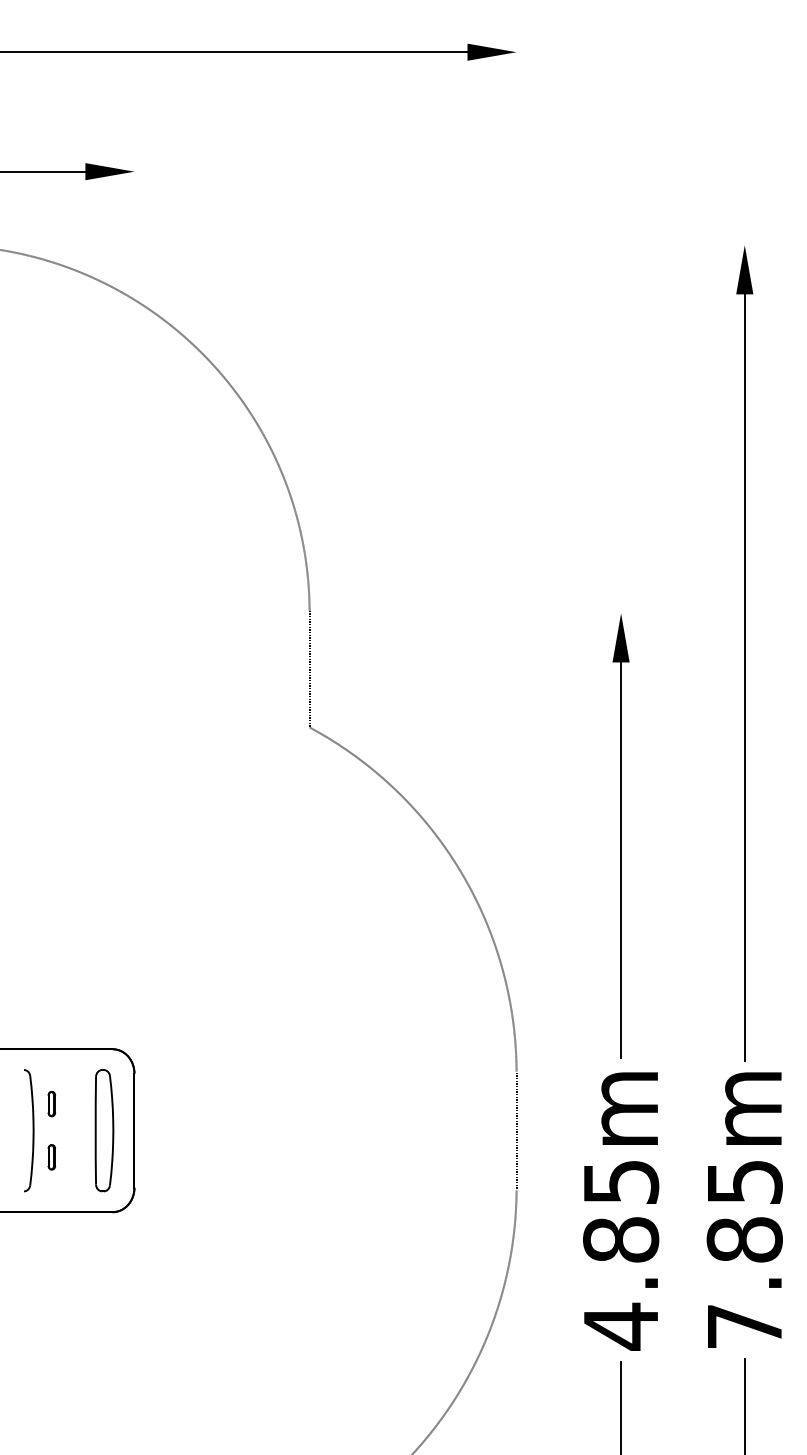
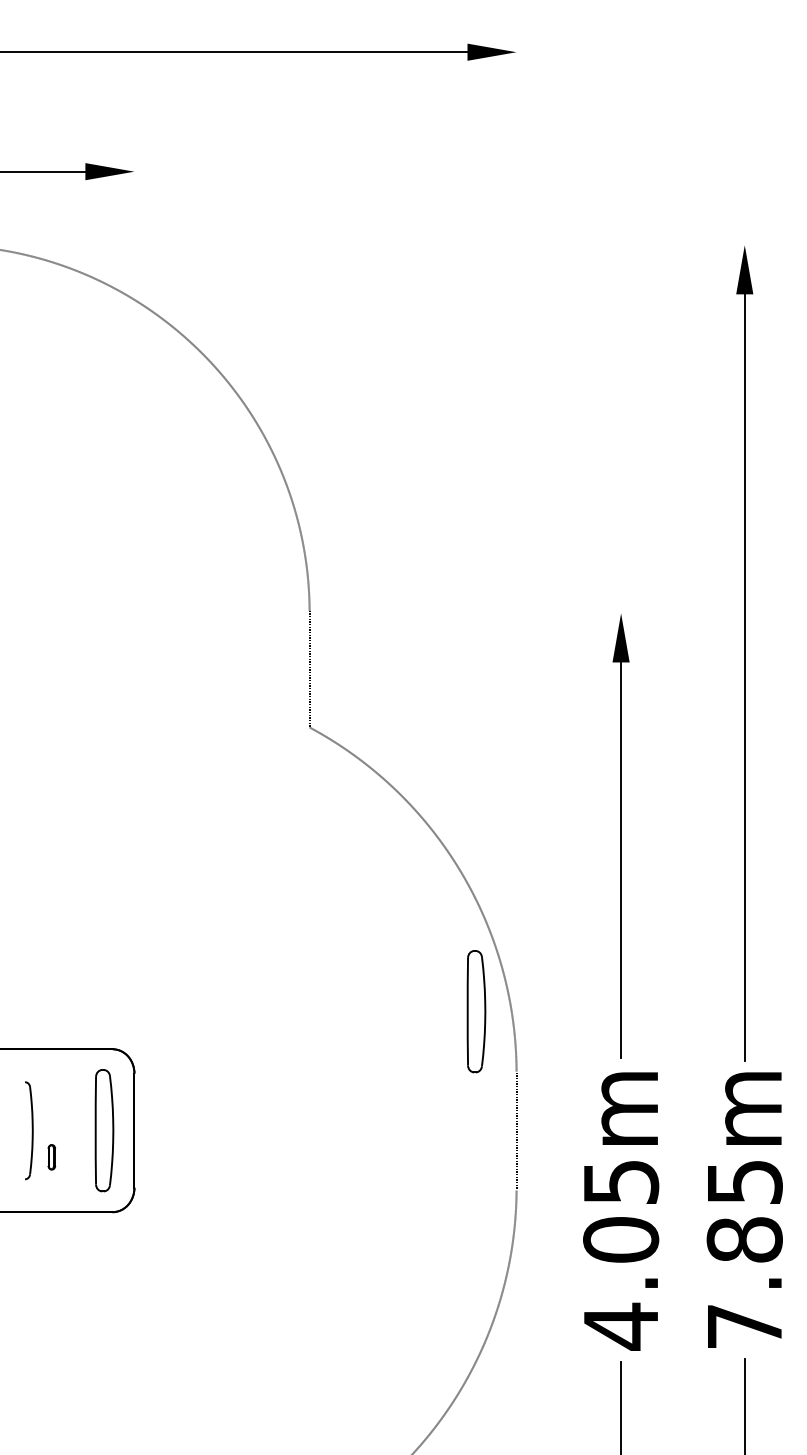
part at (476, 1011): none -> present
part at (51, 1104): present -> none
part at (29, 1130) size: 11x124 px -> 9x100 px
text at (621, 1239): 4.85m -> 4.05m
